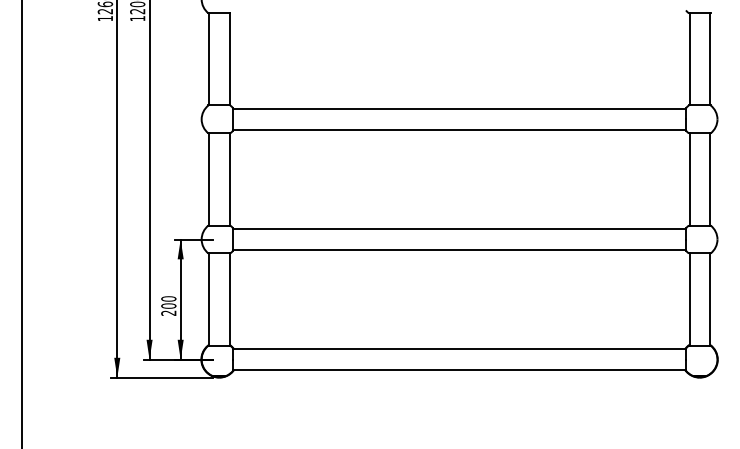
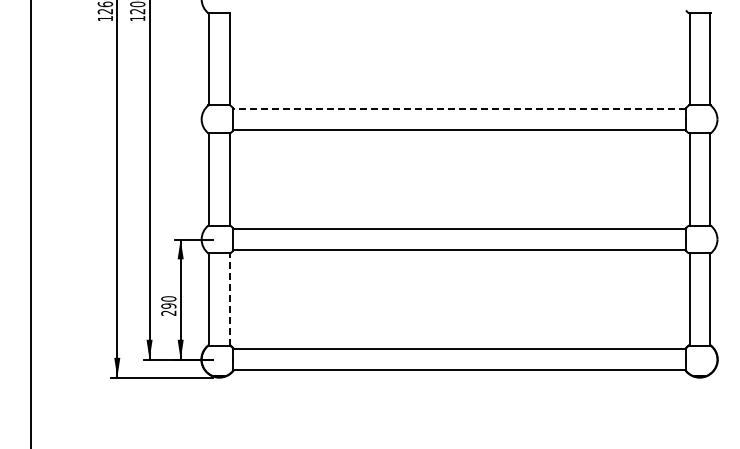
line at (459, 109): solid -> dashed
line at (22, 223) position: (22, 223) -> (31, 223)
line at (229, 299): solid -> dashed
text at (168, 305): 200 -> 290
